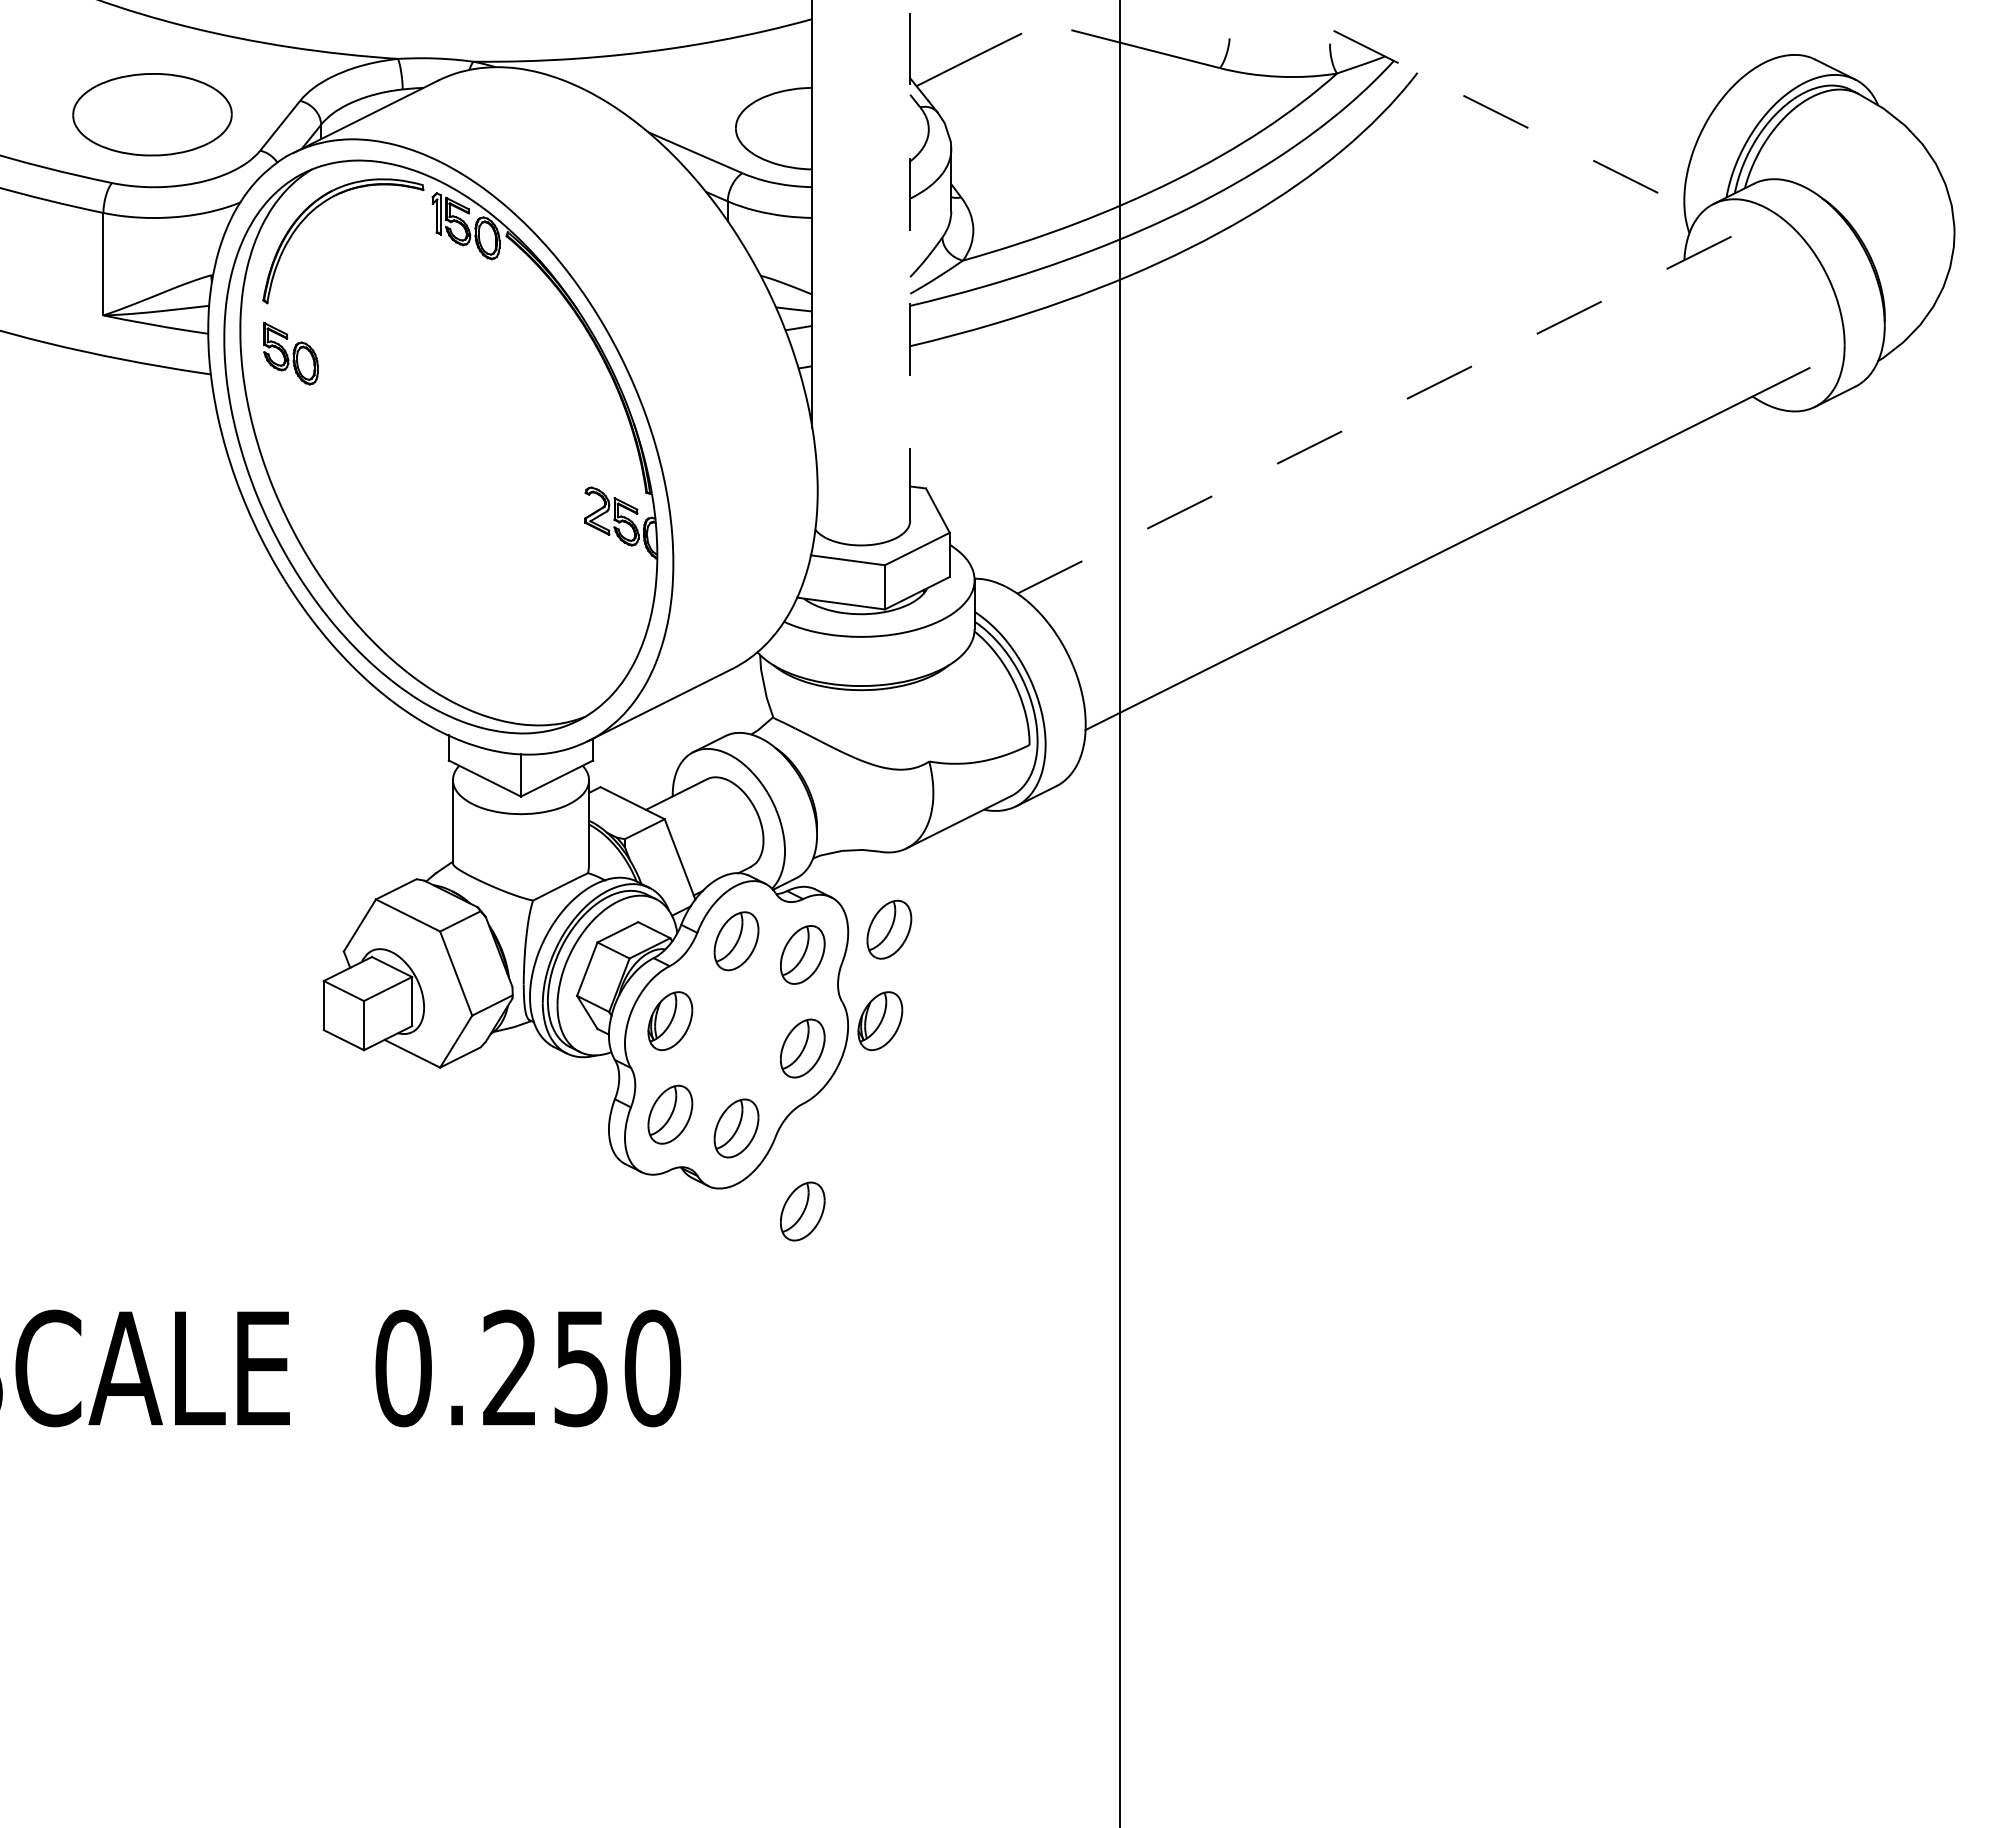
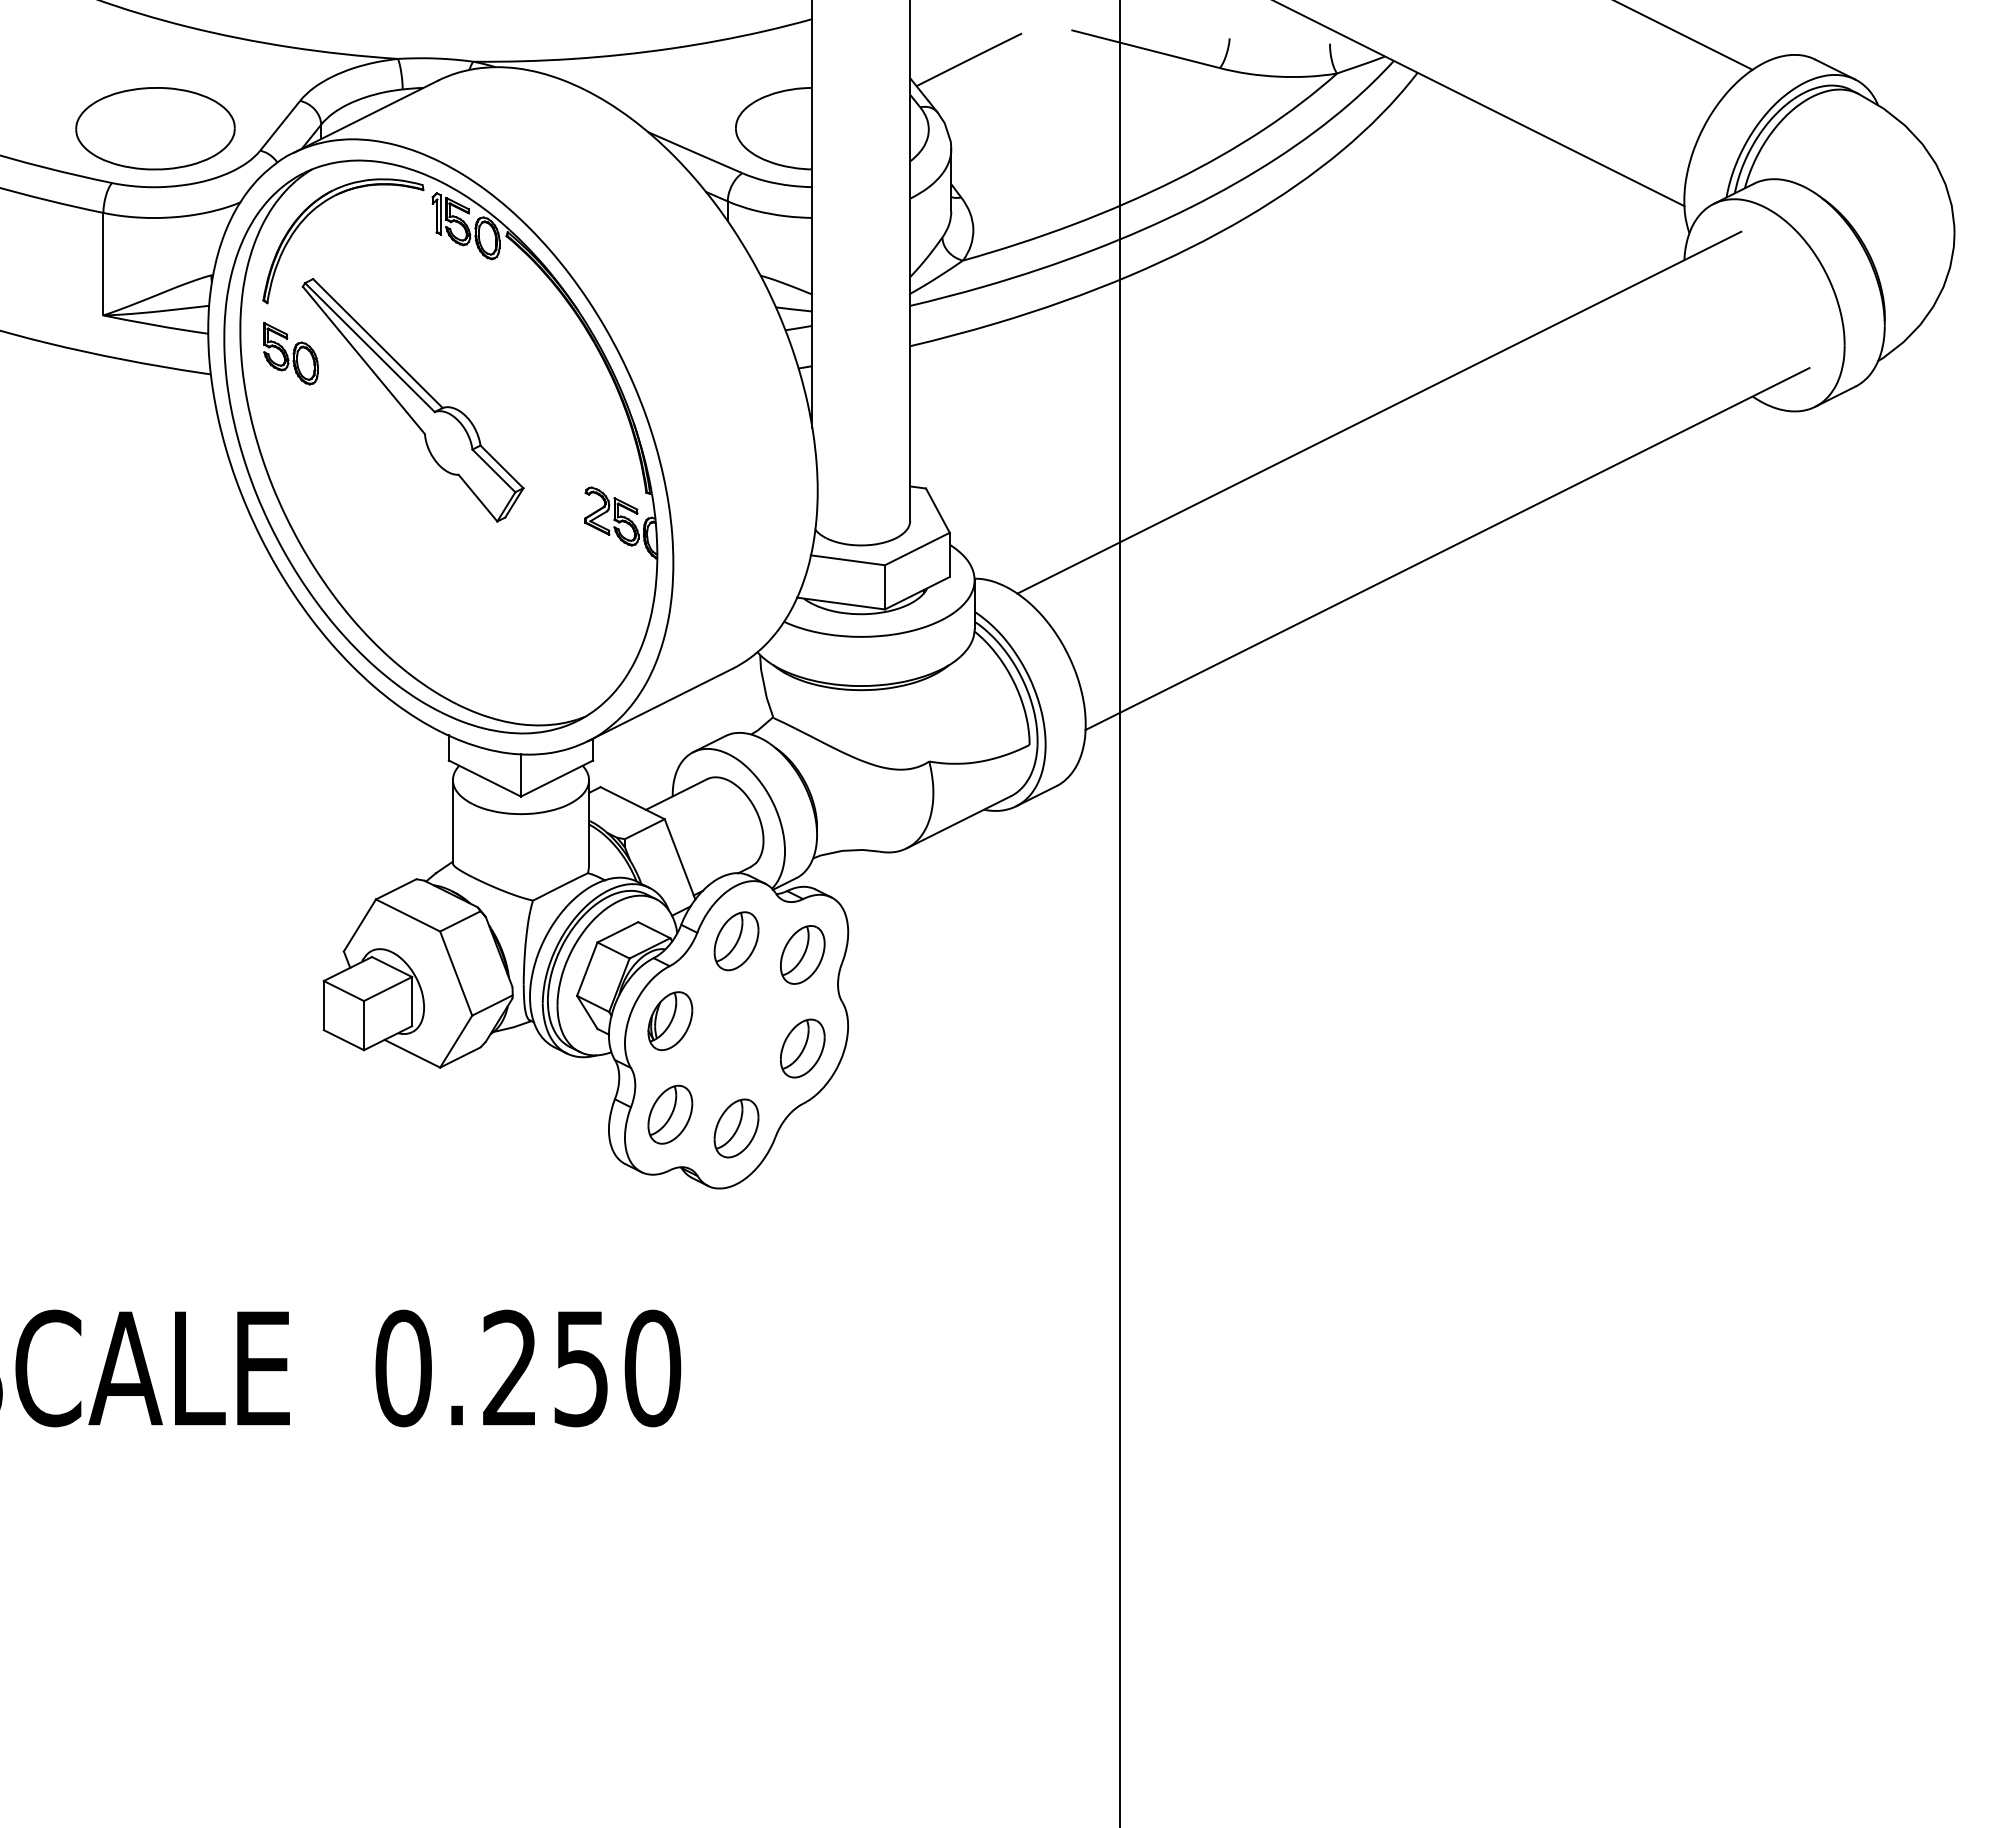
line at (1684, 35): none -> present
line at (1478, 103): dashed -> solid
part at (152, 114) position: (152, 114) -> (155, 128)
line at (910, 260): dashed -> solid
part at (412, 399): none -> present
line at (1379, 412): dashed -> solid
part at (889, 929): present -> none
part at (880, 1021): present -> none
part at (802, 1211): present -> none
